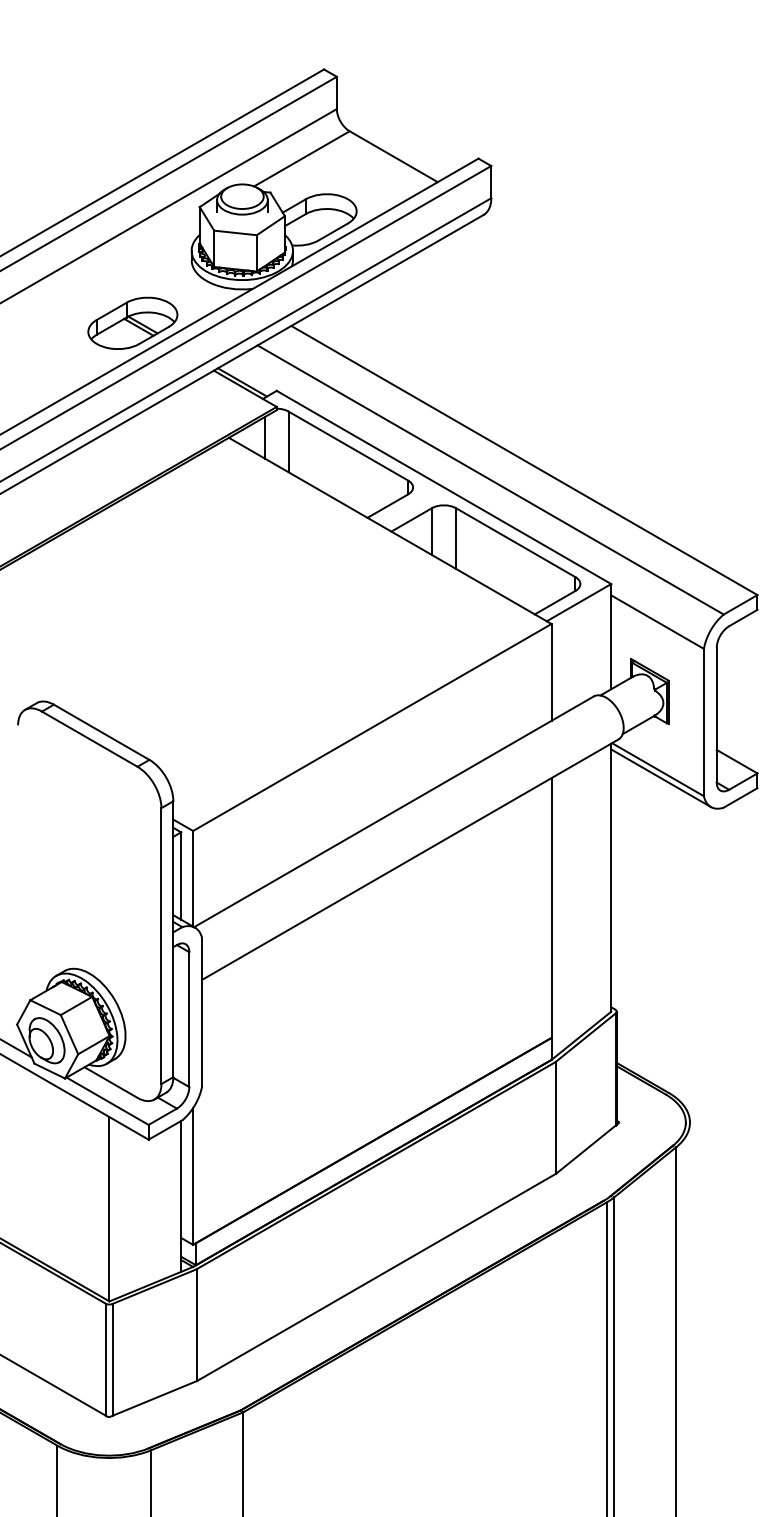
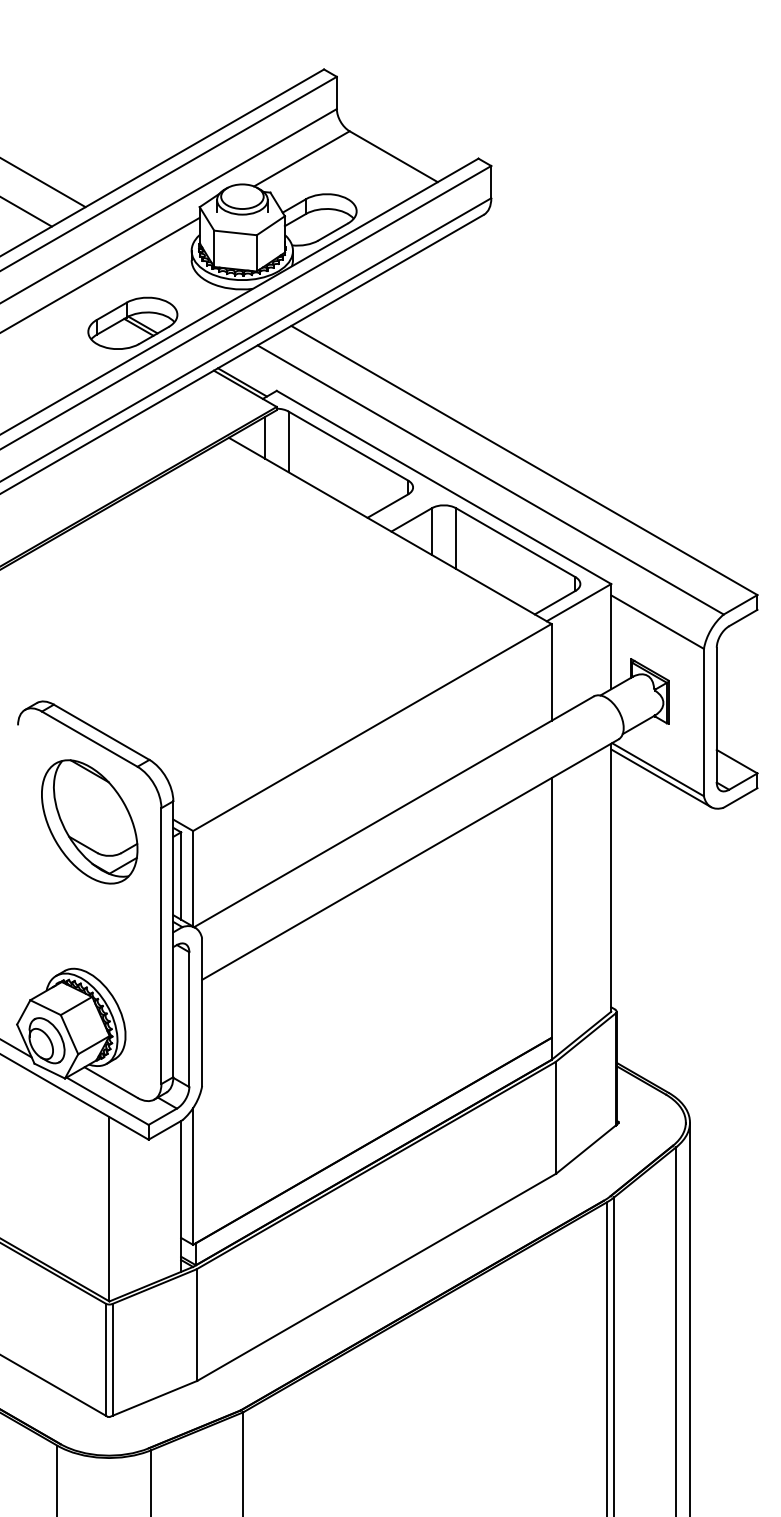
line at (43, 183): none -> present
line at (26, 212): none -> present
line at (100, 274): none -> present
part at (89, 821): none -> present
line at (689, 1317): none -> present
